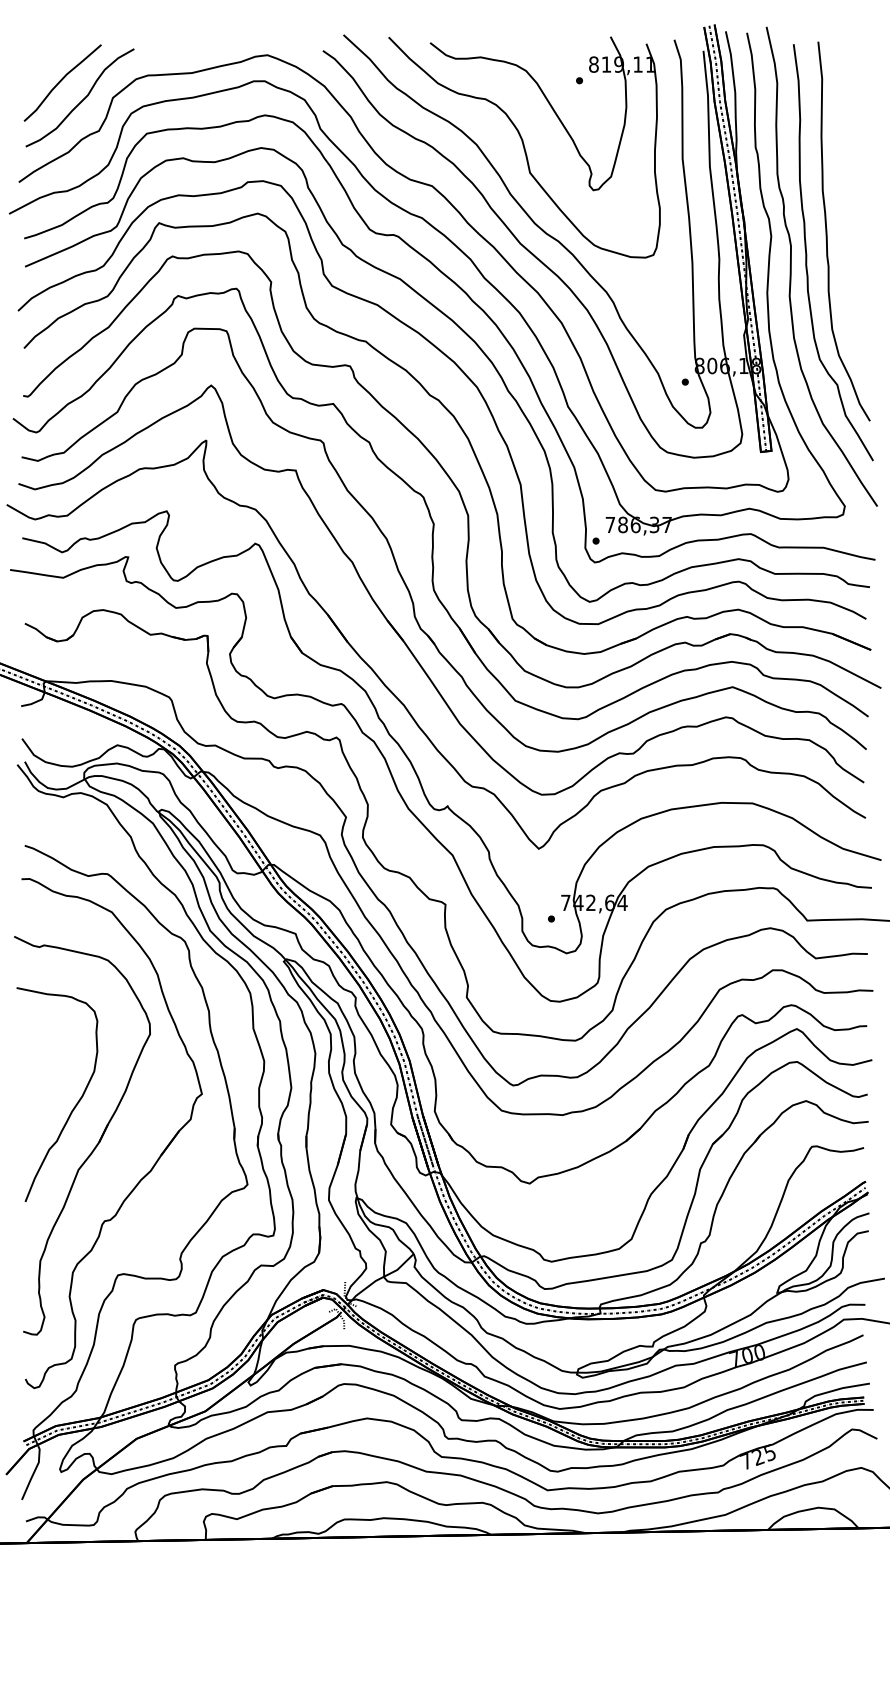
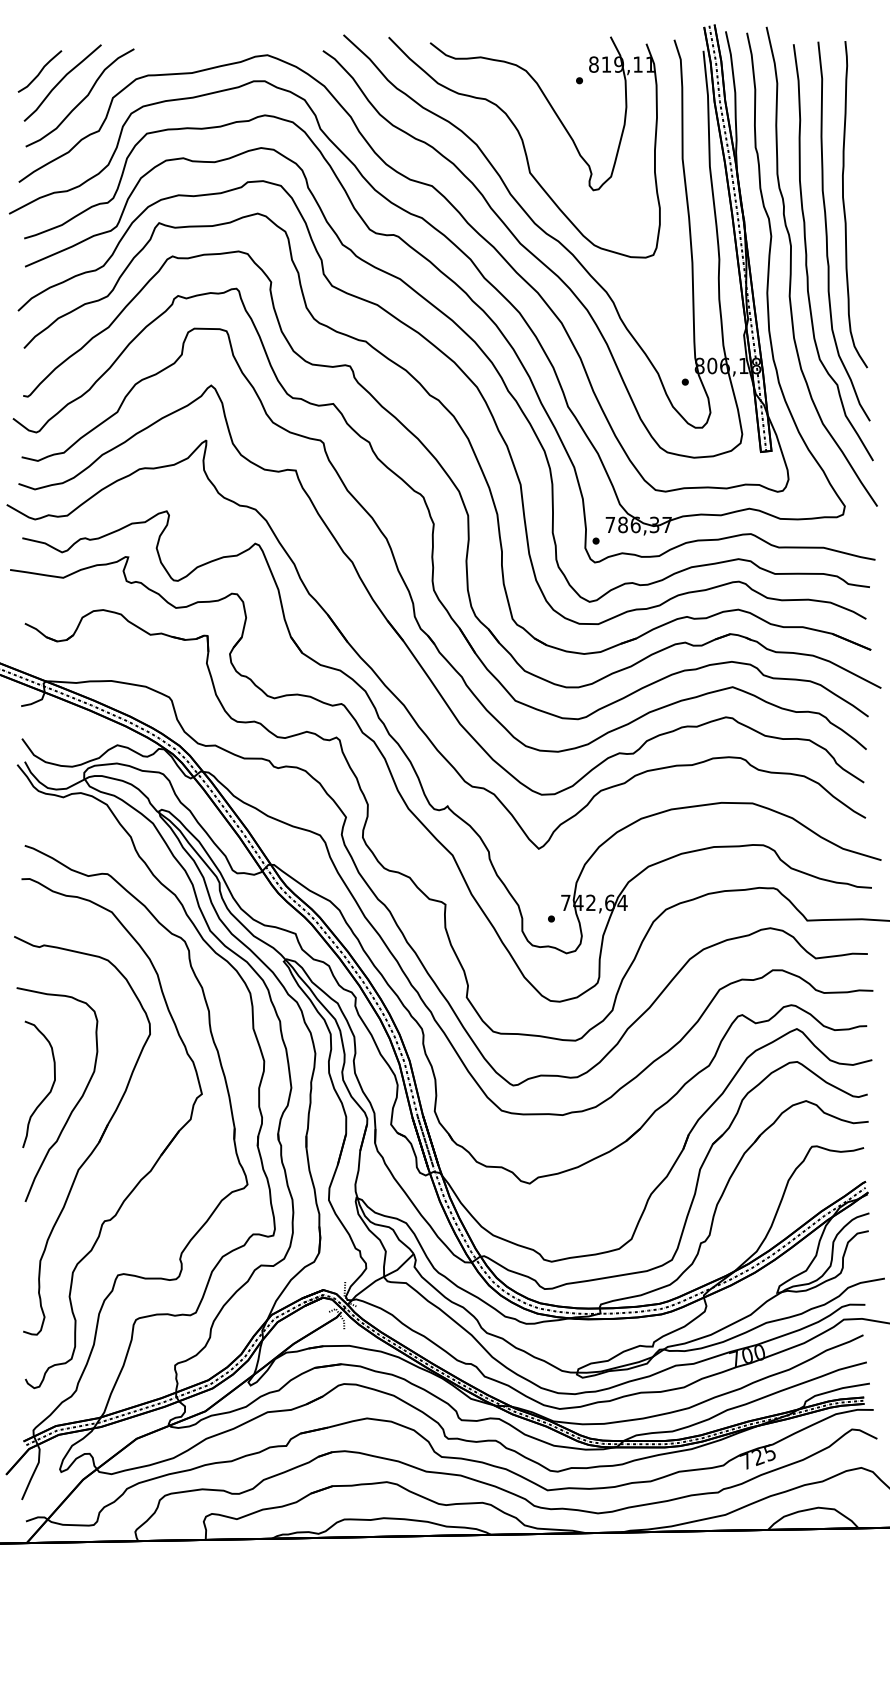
curve at (39, 71): none -> present
curve at (845, 208): none -> present
curve at (50, 1088): none -> present
